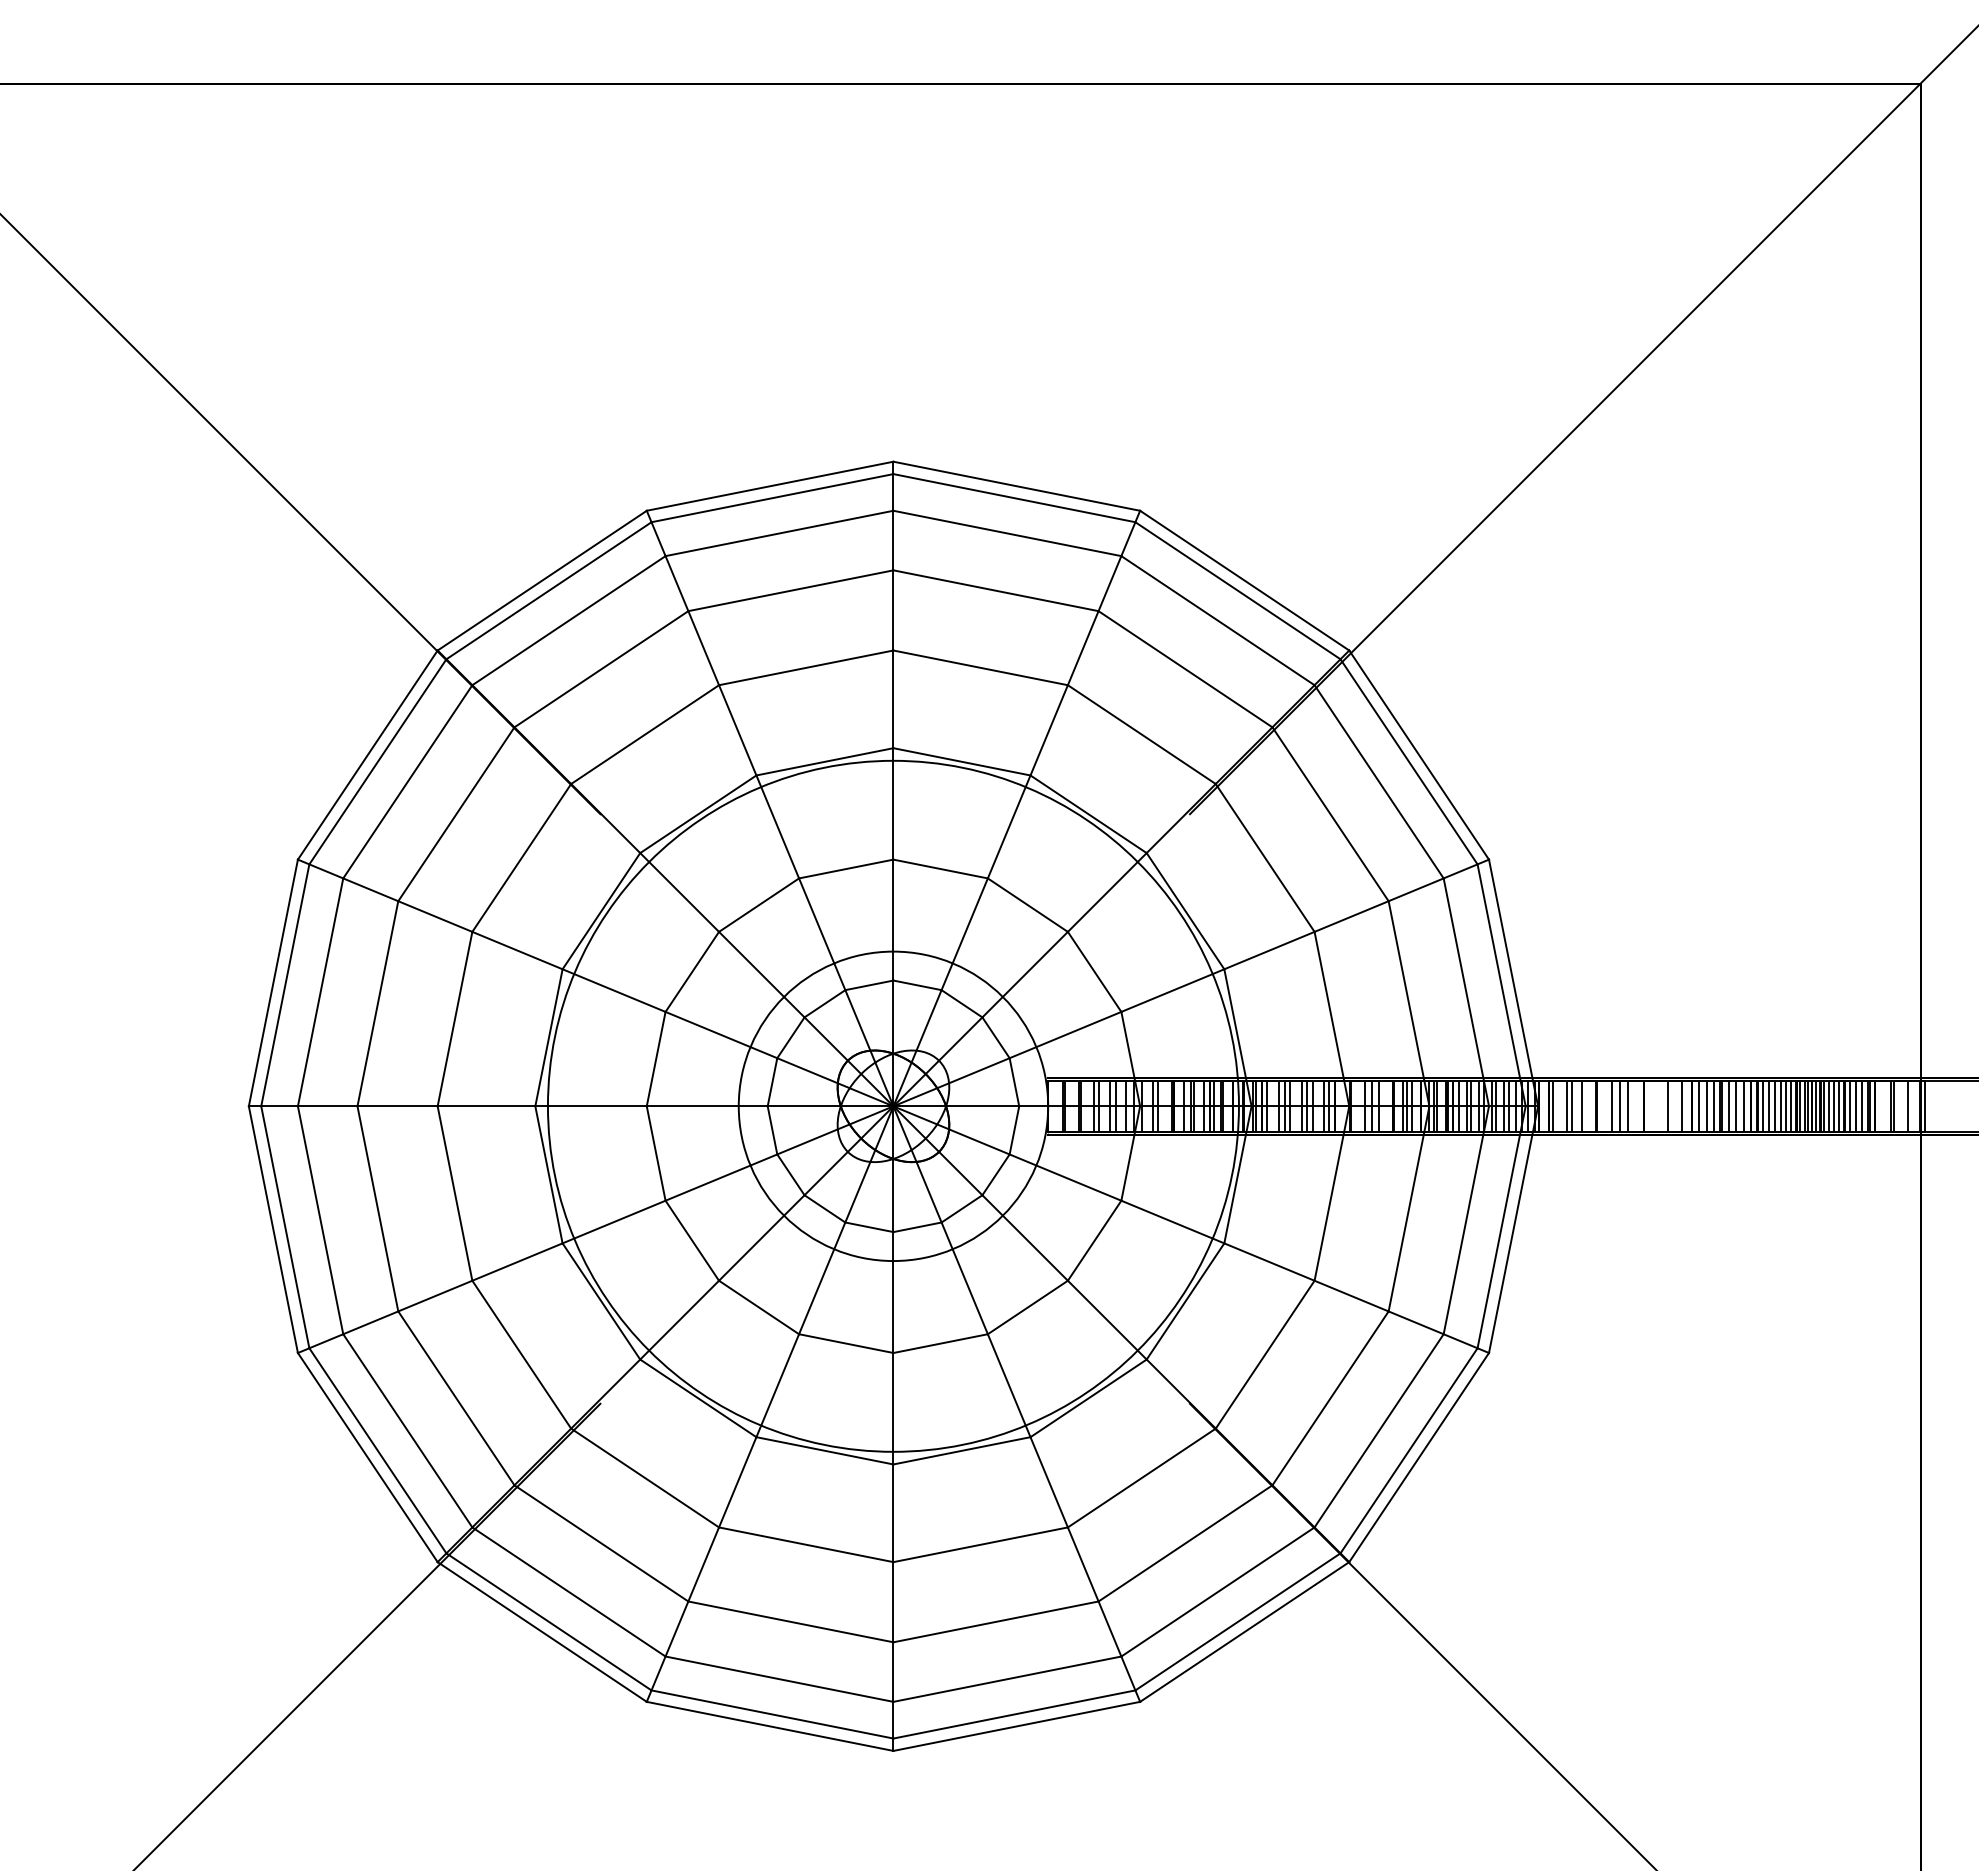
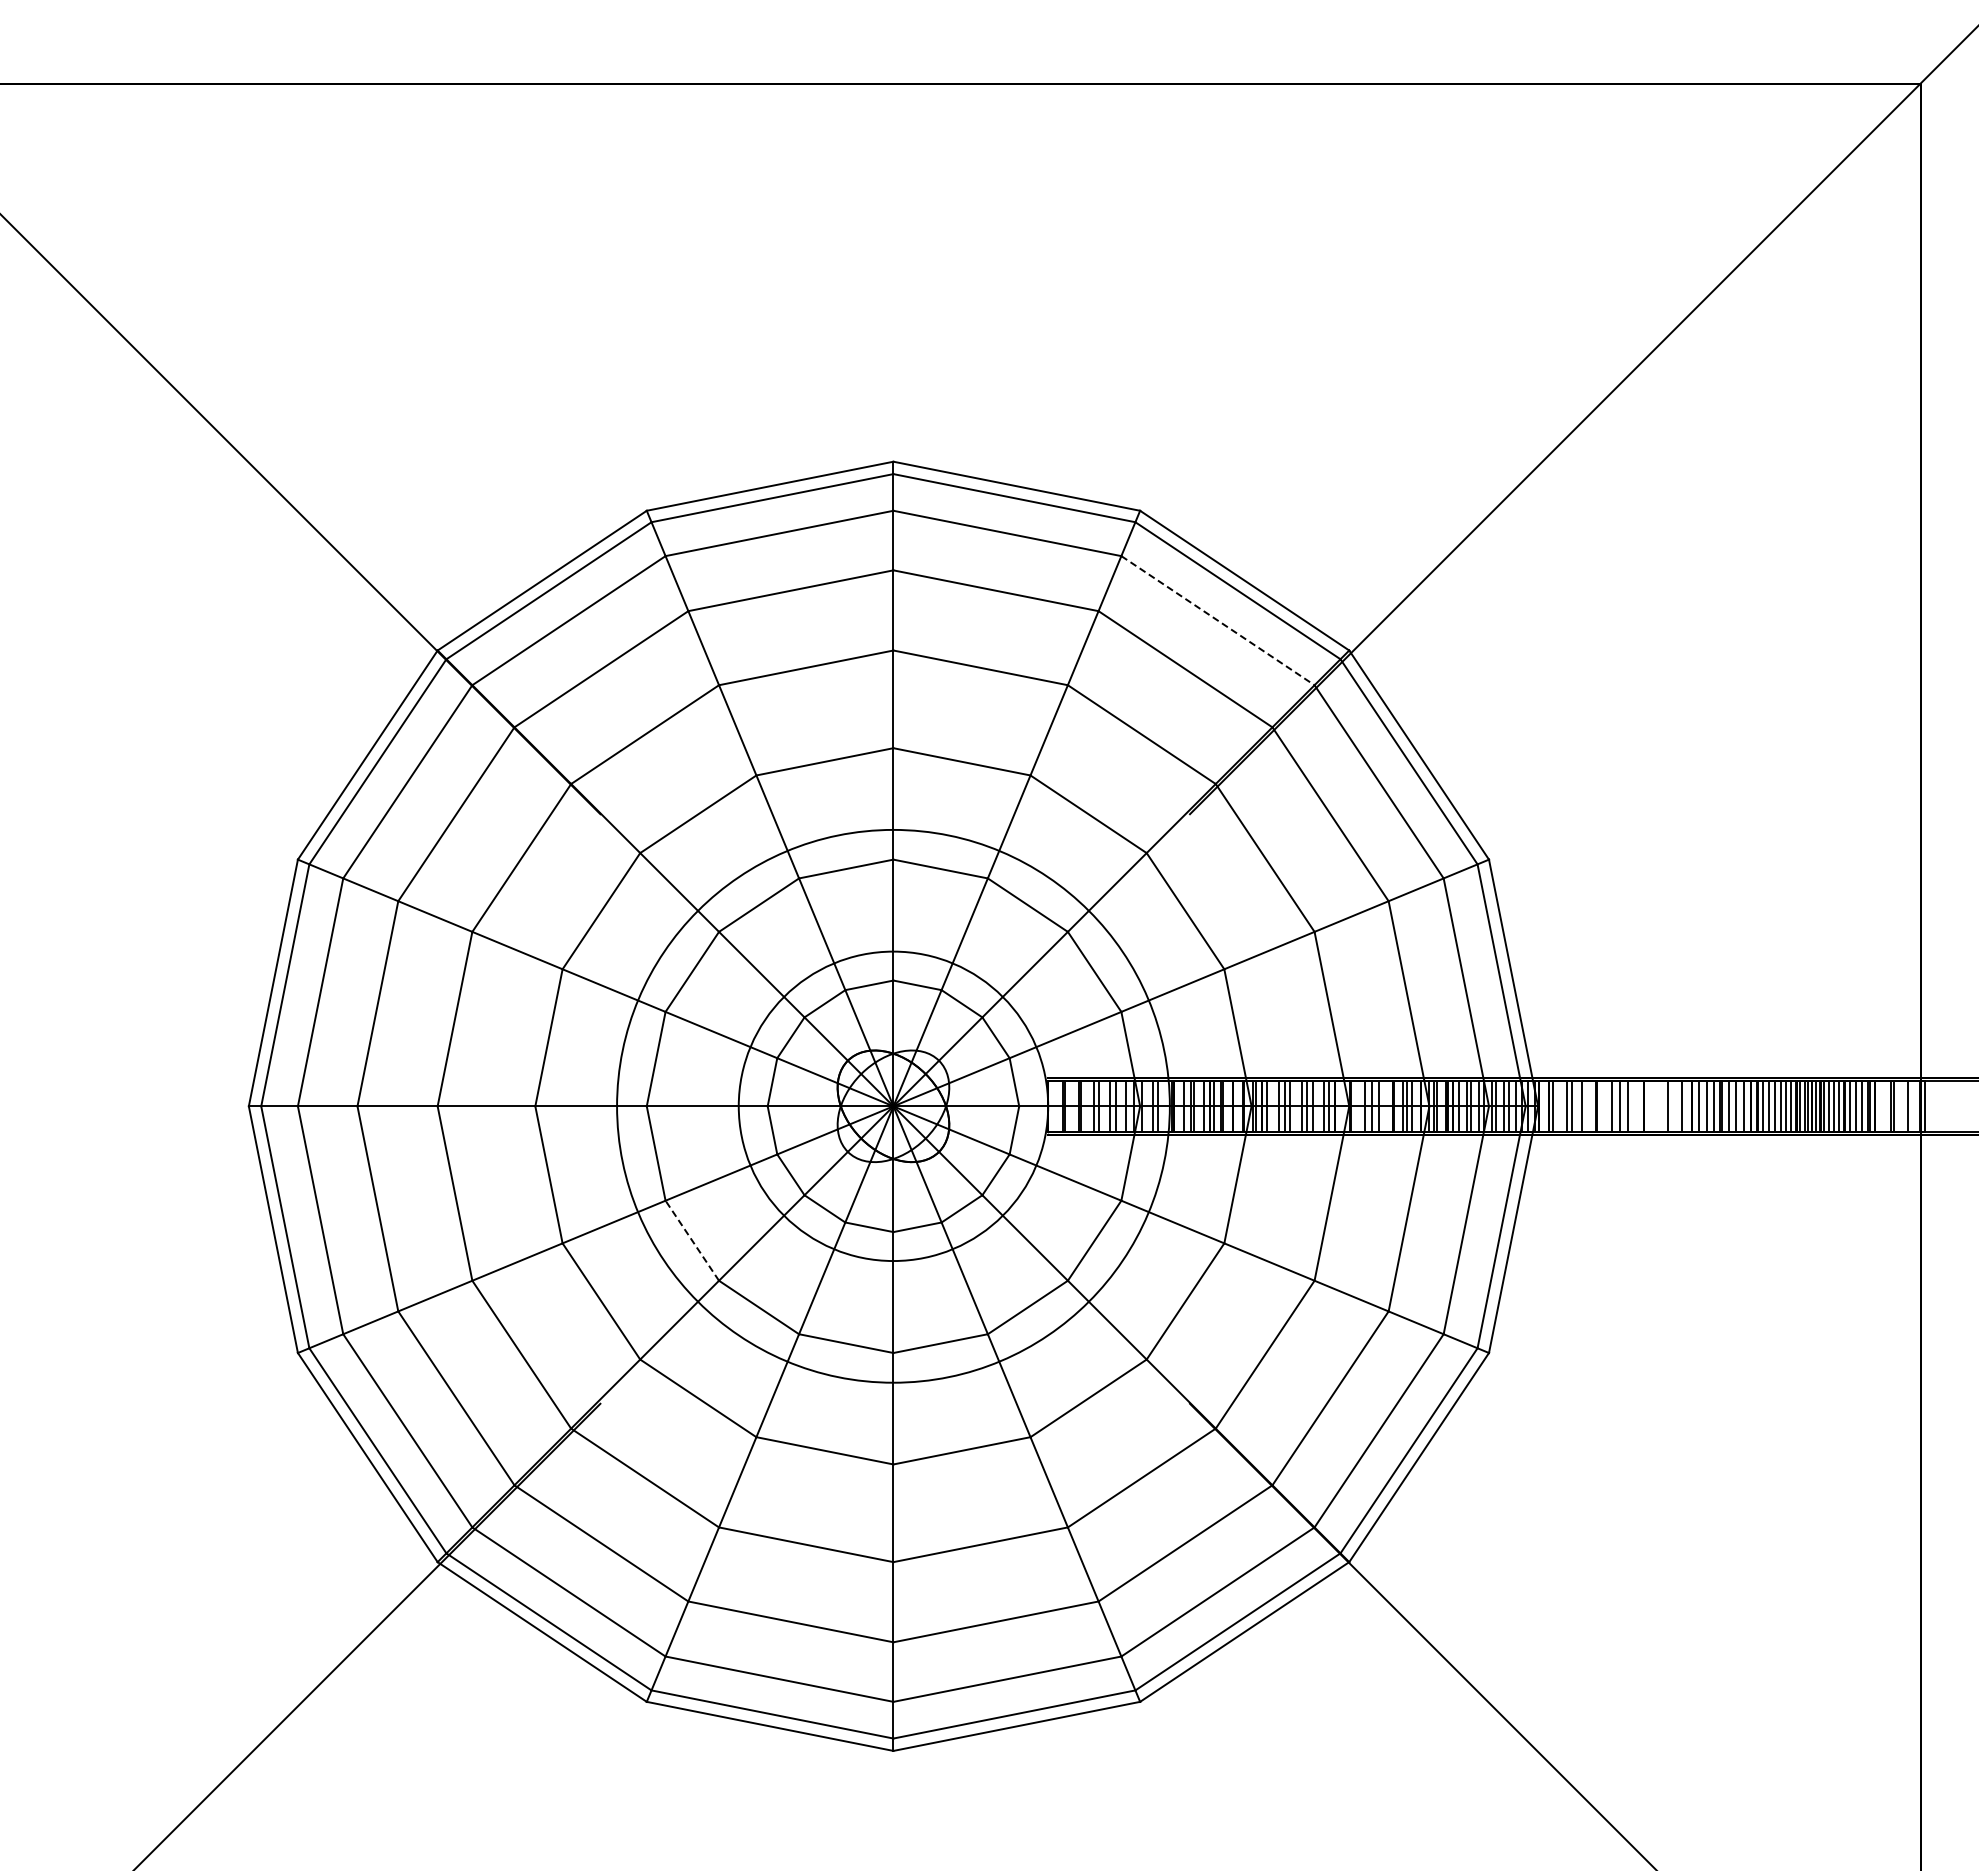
line at (1218, 620): solid -> dashed
circle at (892, 1105) diameter: 691 px -> 553 px
line at (692, 1240): solid -> dashed
